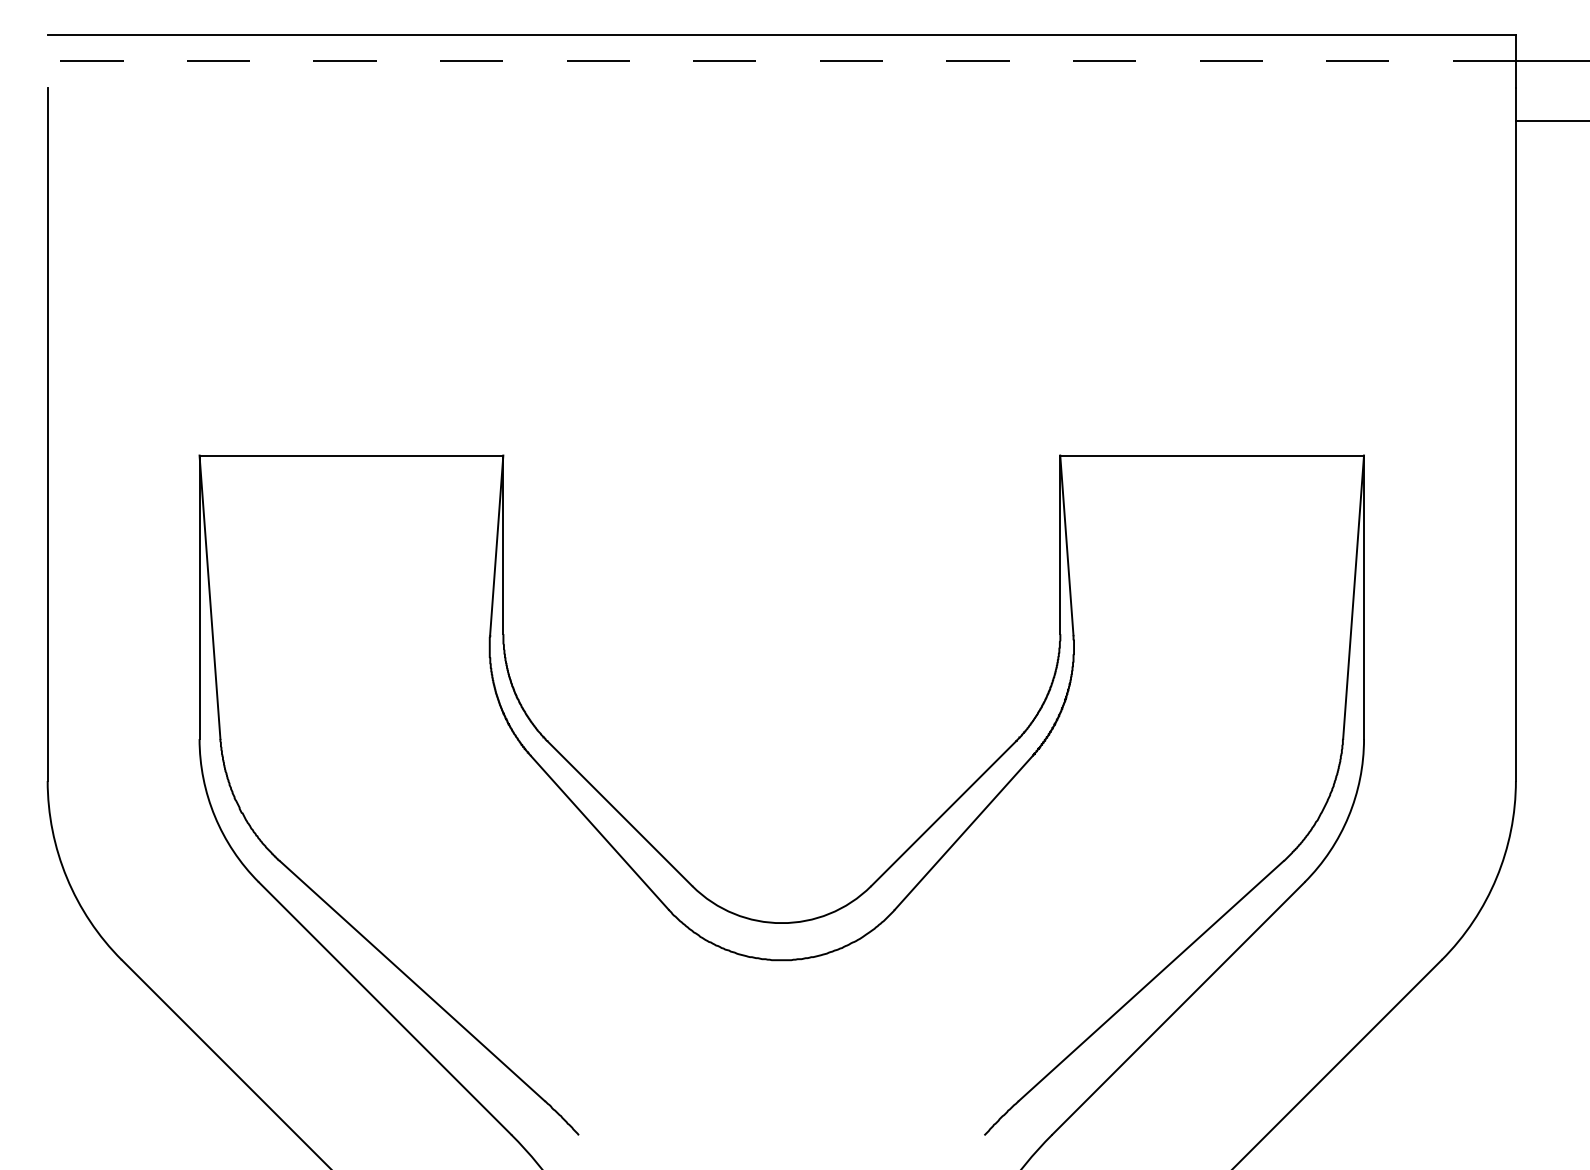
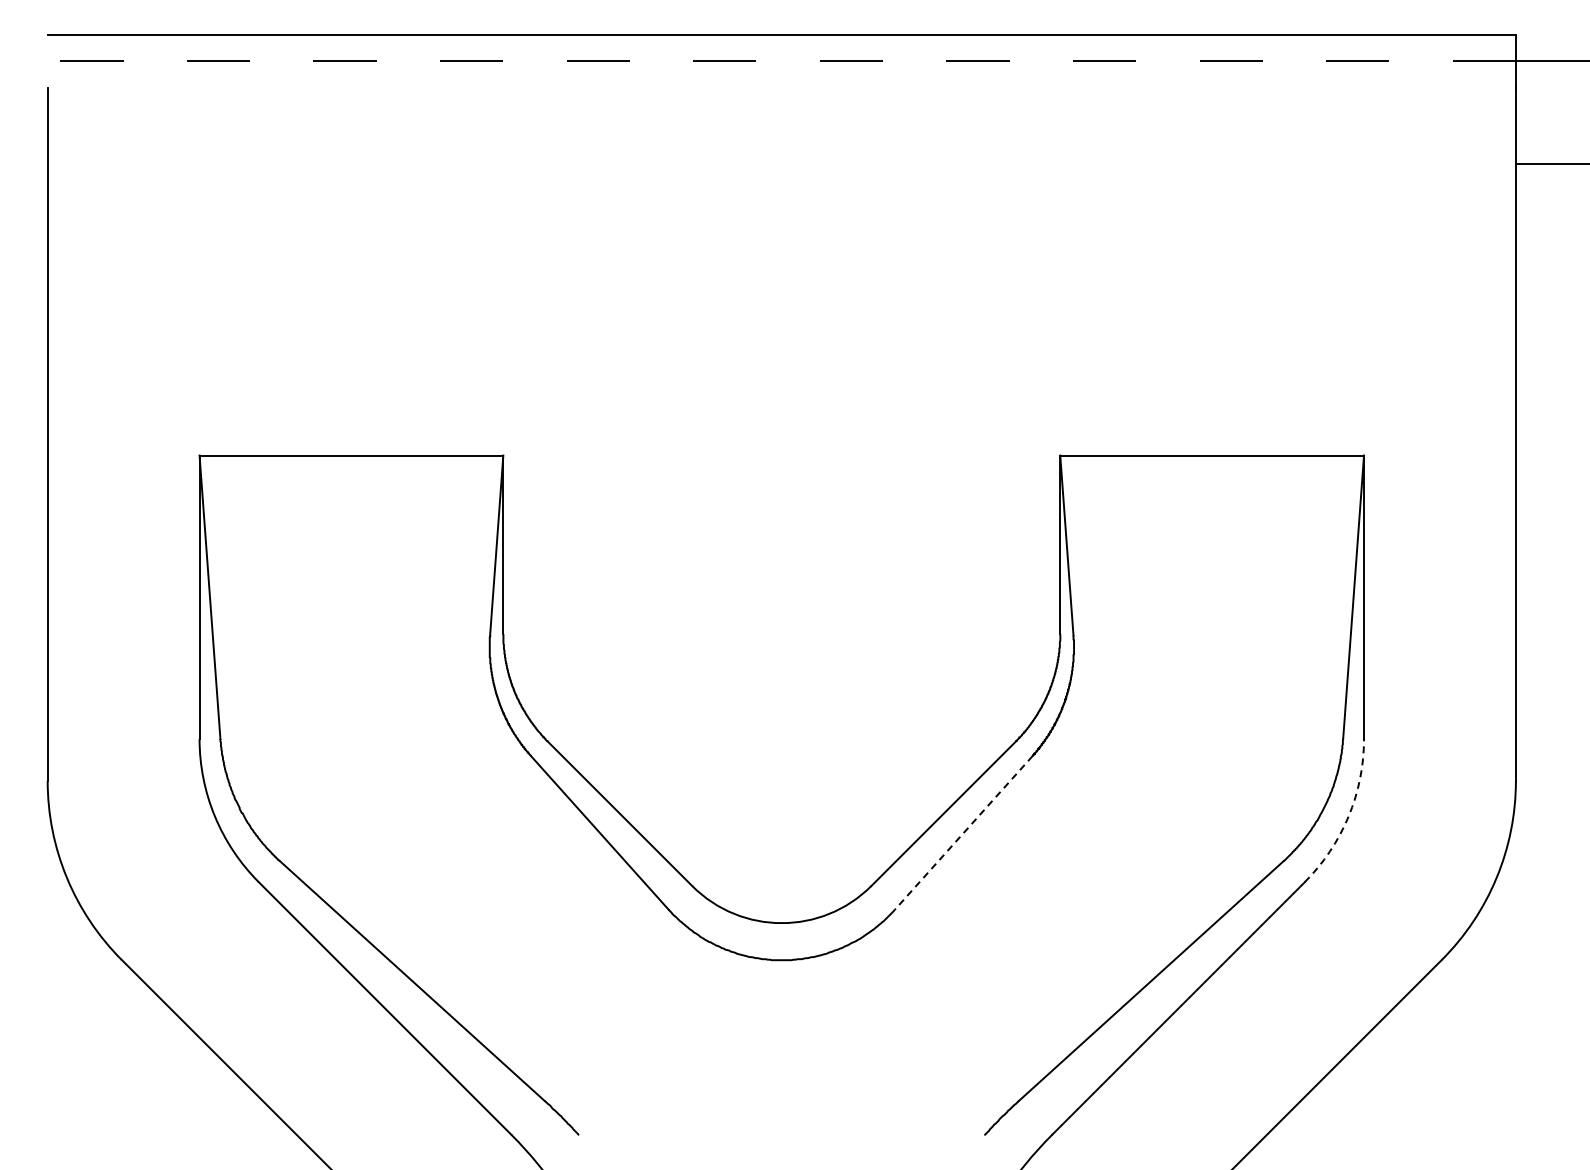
line at (1550, 121) position: (1550, 121) -> (1550, 164)
arc at (1348, 816): solid -> dashed
line at (963, 833): solid -> dashed
